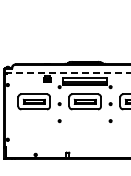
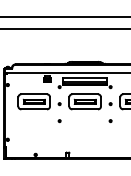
line at (64, 17): none -> present
line at (64, 28): none -> present
line at (67, 73): dashed -> solid
